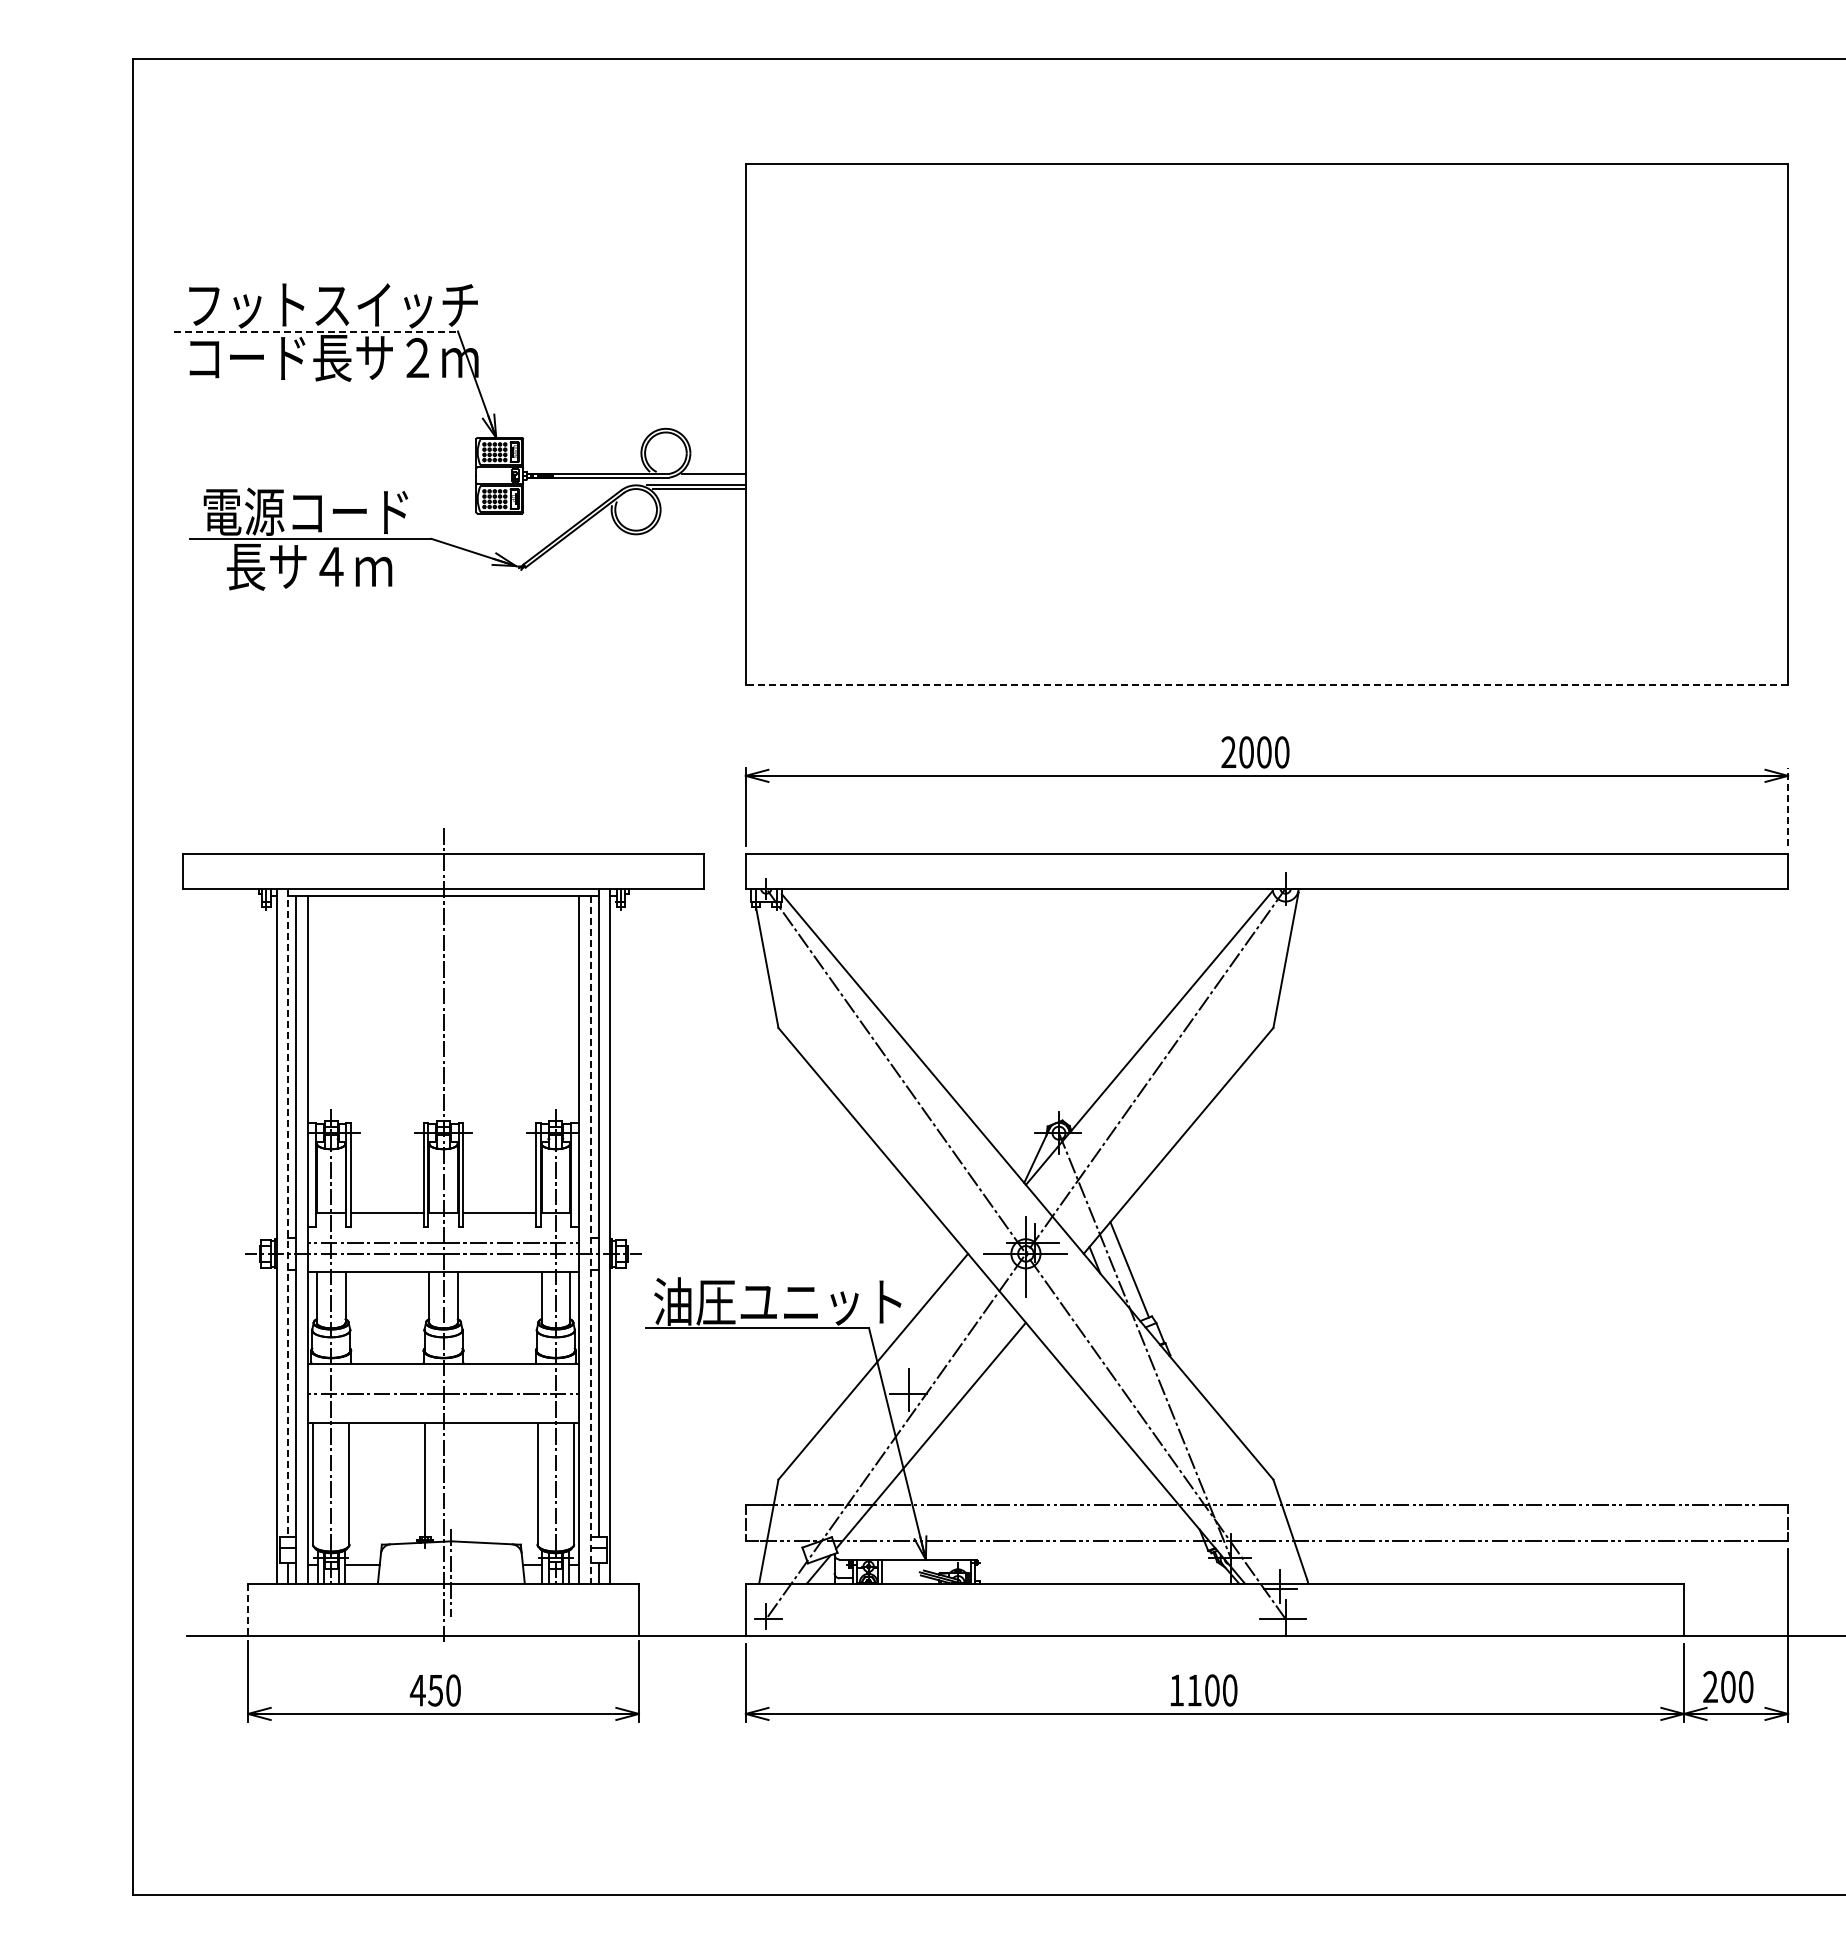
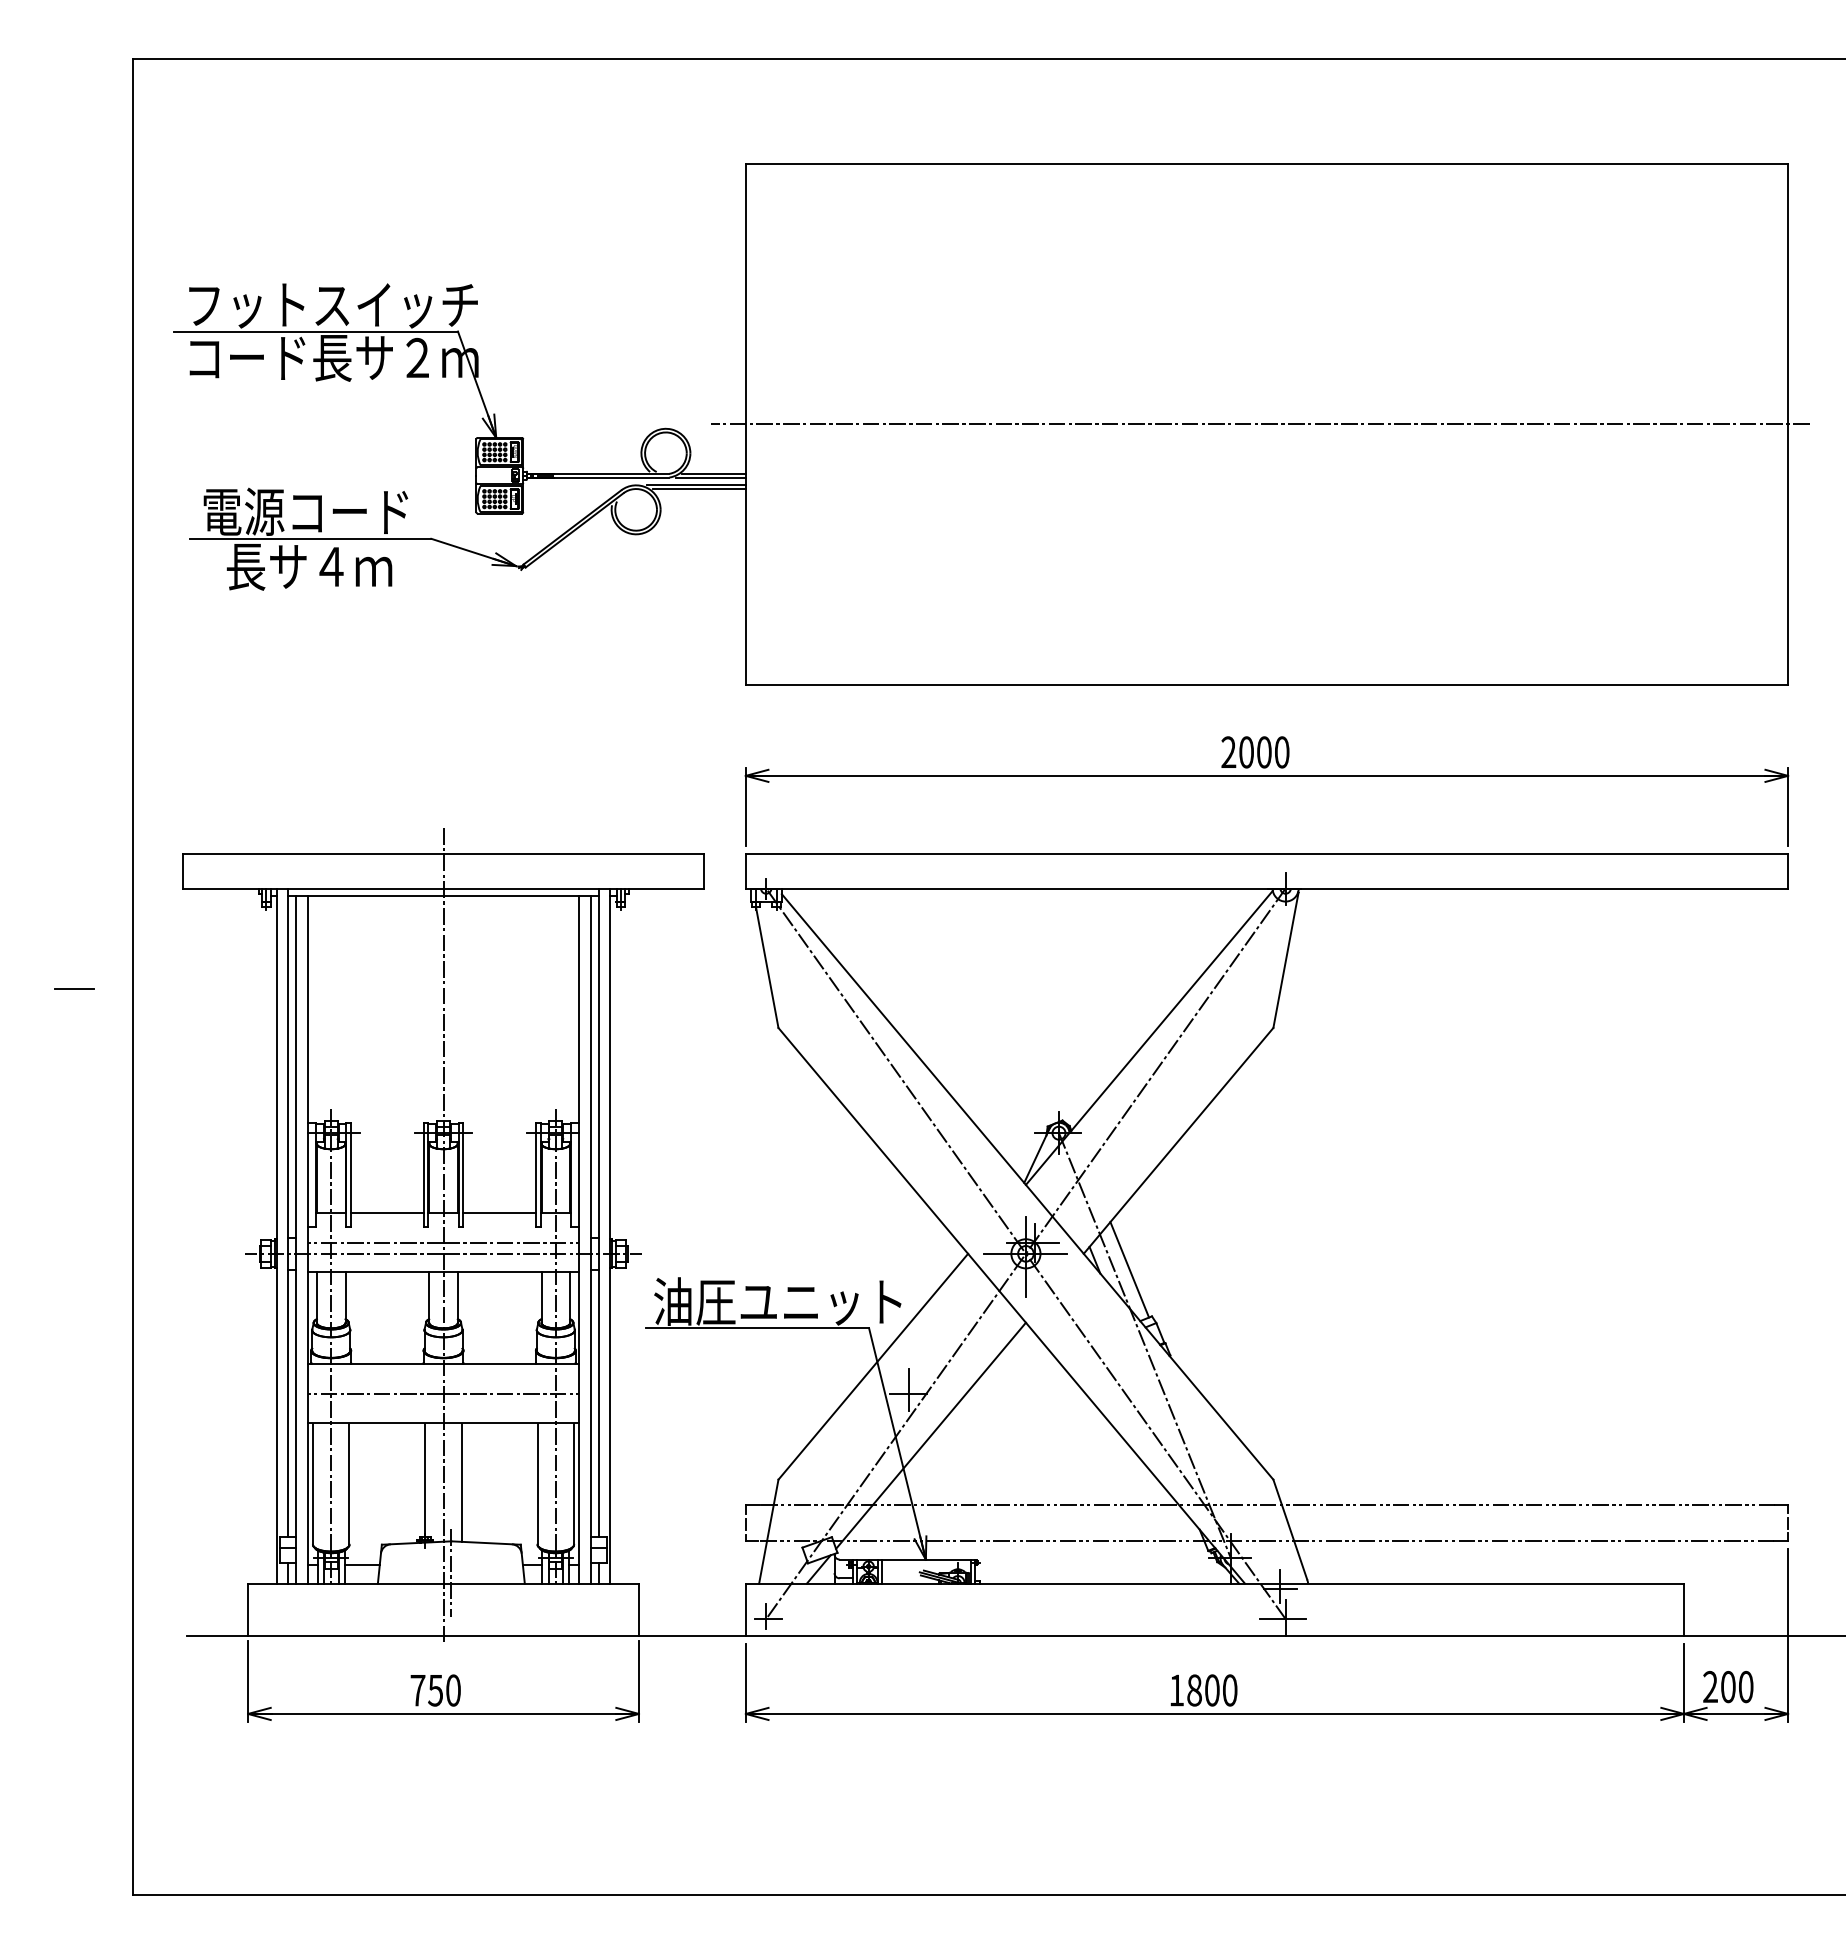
line at (316, 331): dashed -> solid
line at (1260, 424): none -> present
line at (710, 477): none -> present
line at (1266, 684): dashed -> solid
line at (1788, 806): dashed -> solid
line at (74, 988): none -> present
line at (288, 1213): dashed -> solid
line at (590, 1240): dashed -> solid
line at (461, 1482): none -> present
line at (248, 1610): dashed -> solid
text at (417, 1690): 450 -> 750
text at (1194, 1690): 1100 -> 1800
